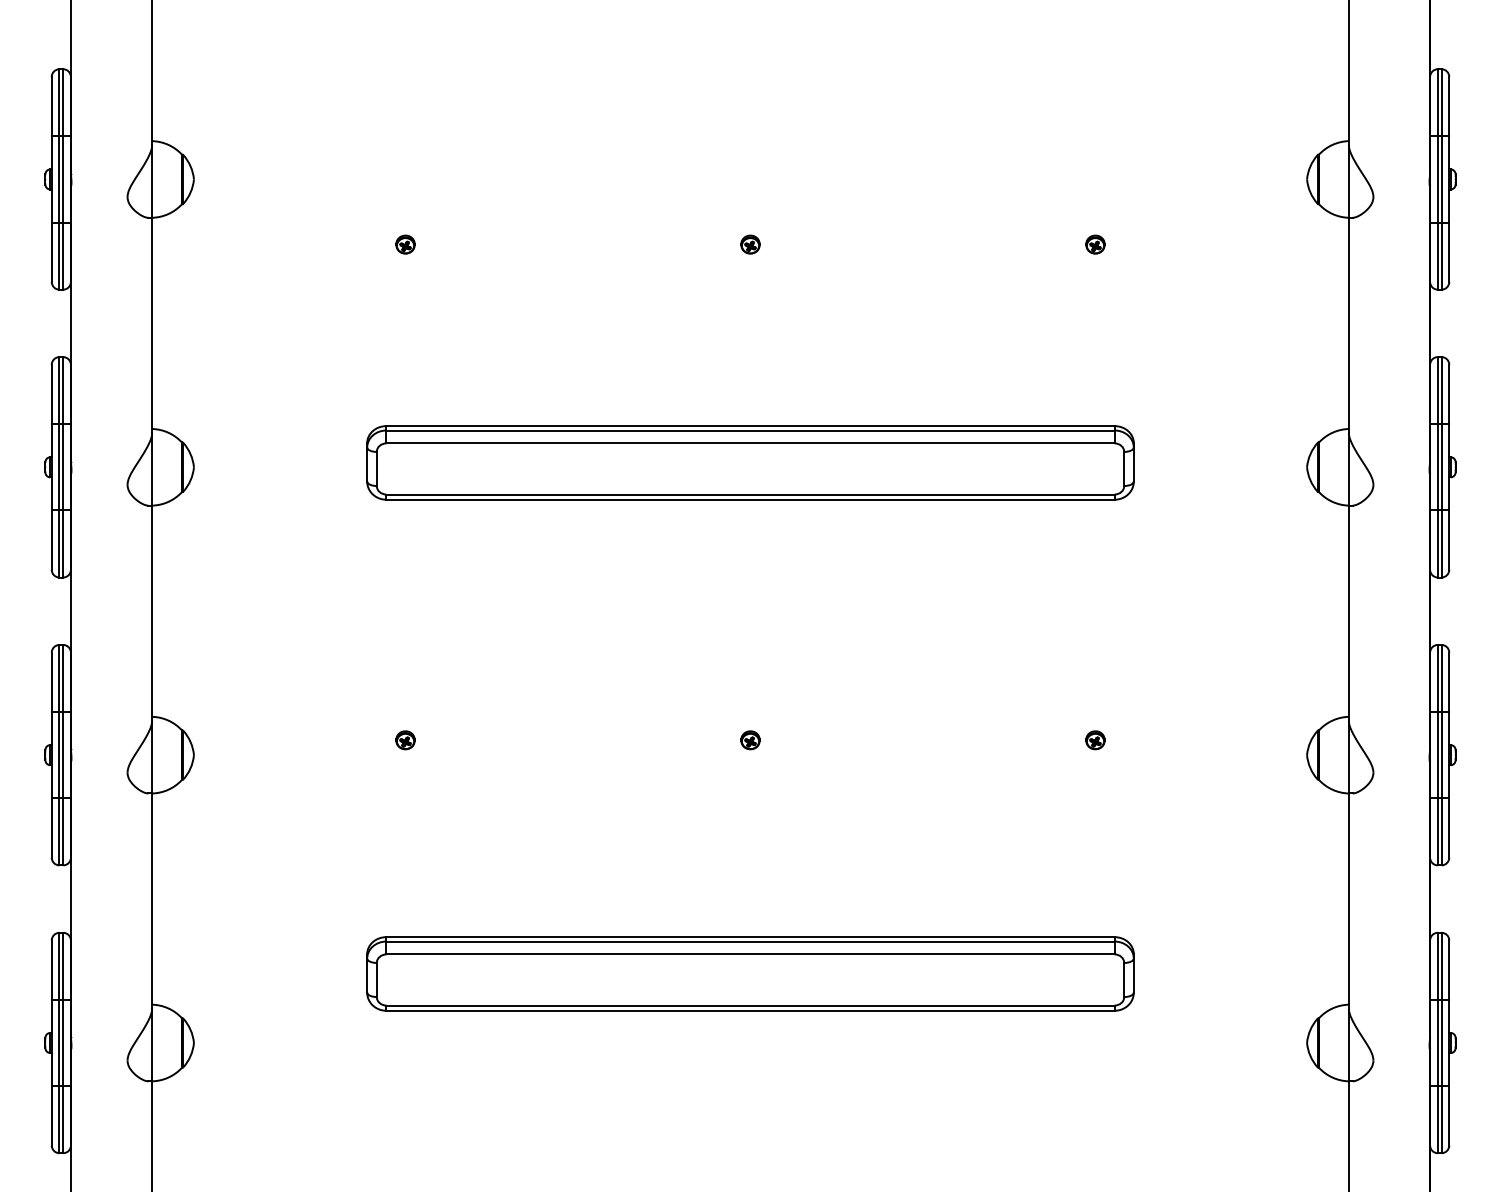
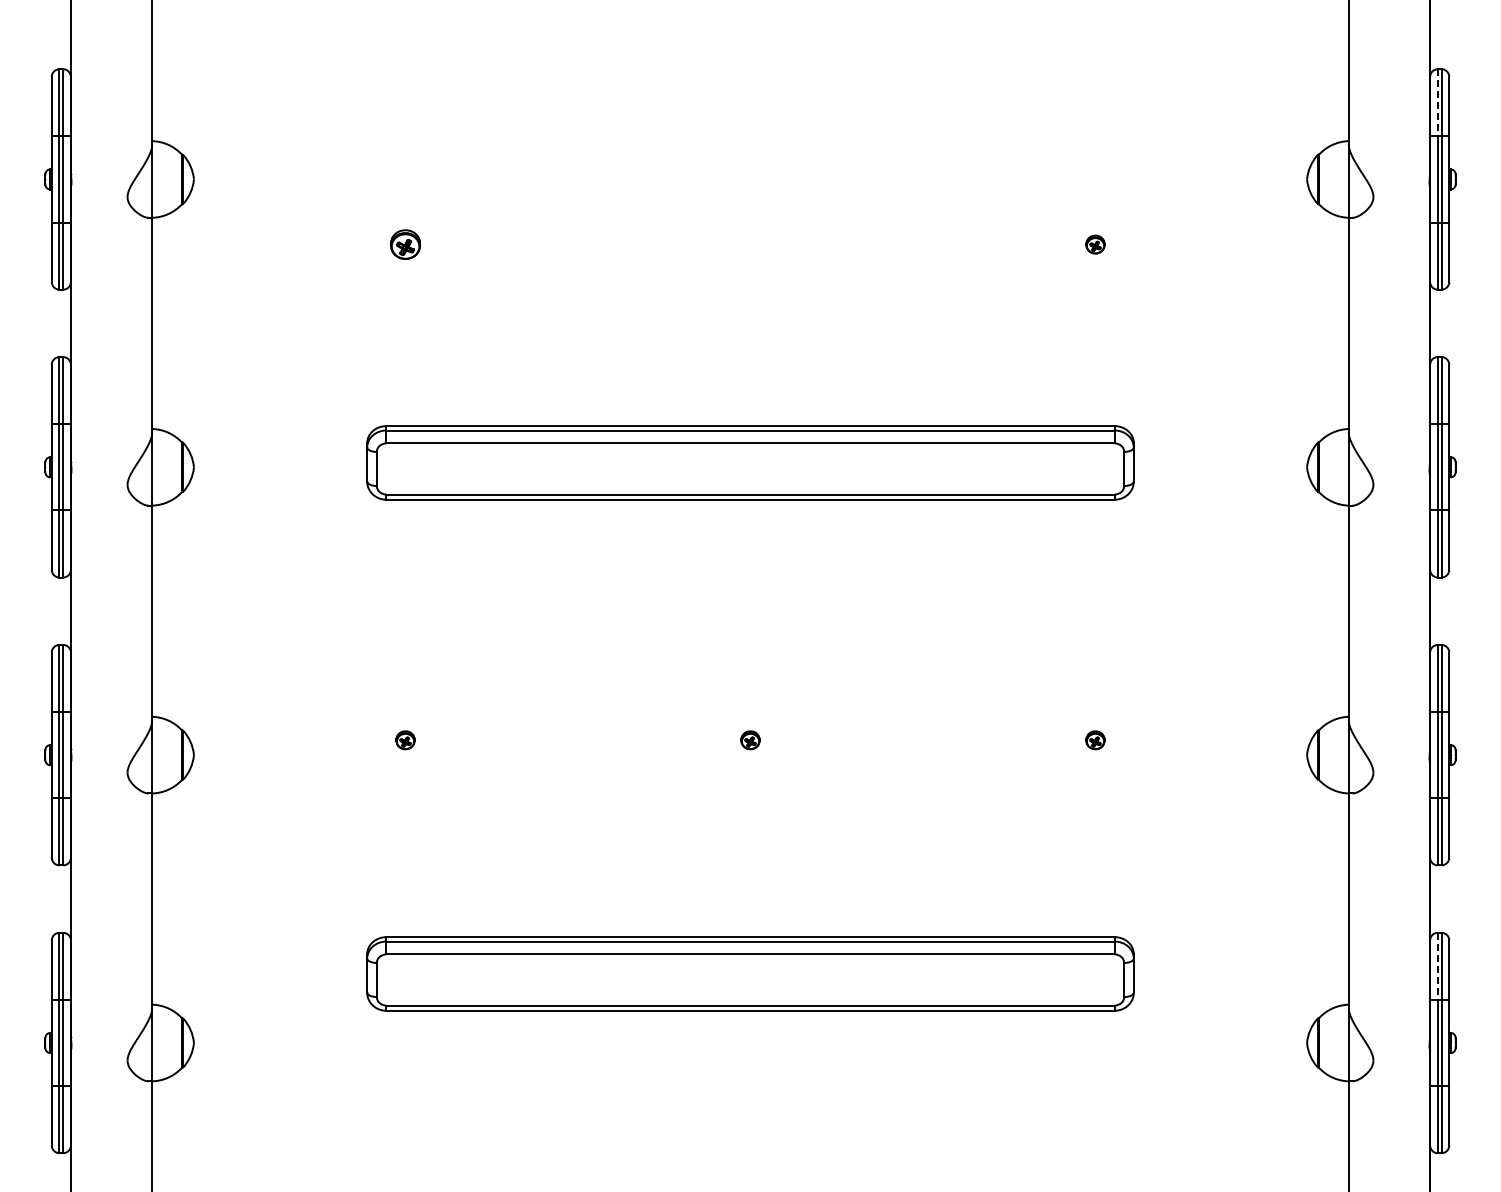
line at (1437, 102): solid -> dashed
part at (405, 244) size: 21x21 px -> 31x31 px
part at (750, 244): present -> none
line at (1437, 966): solid -> dashed
